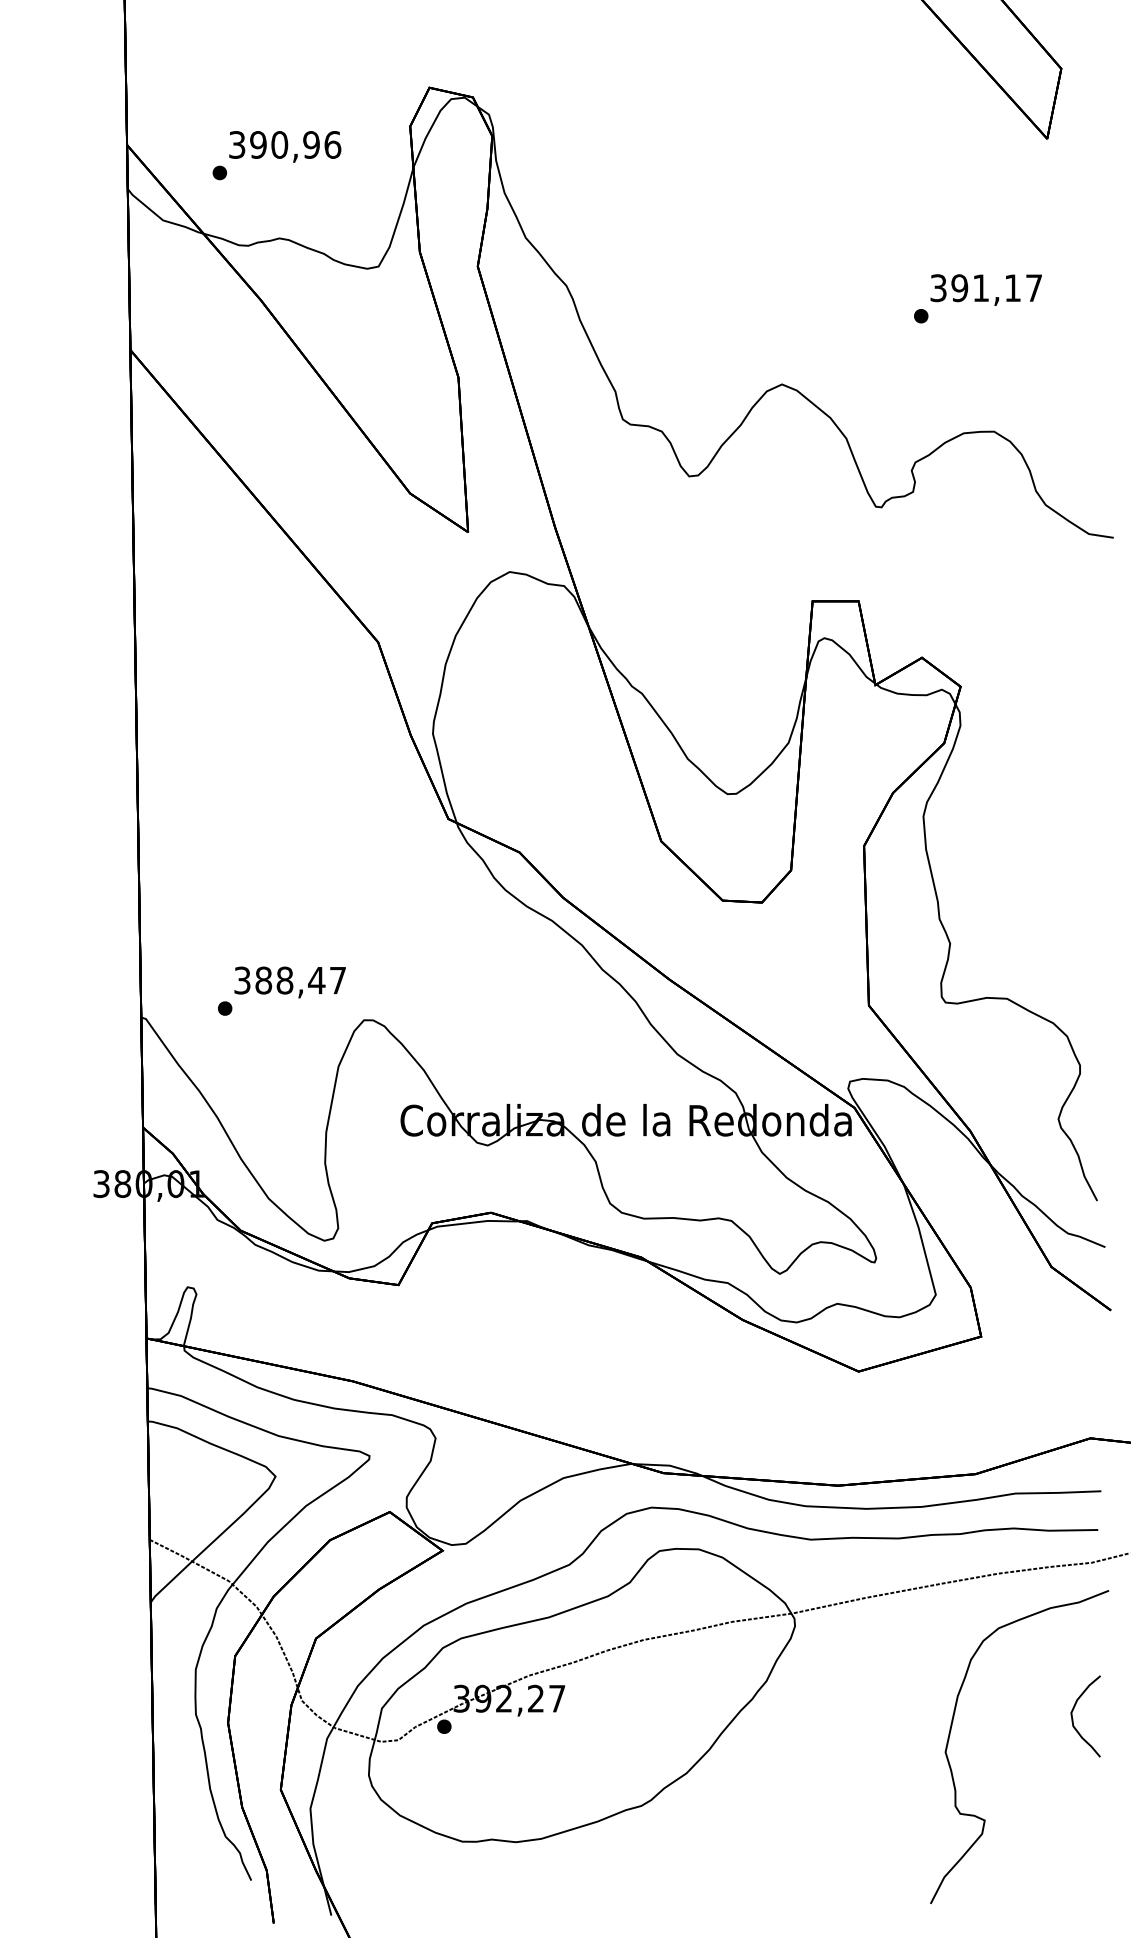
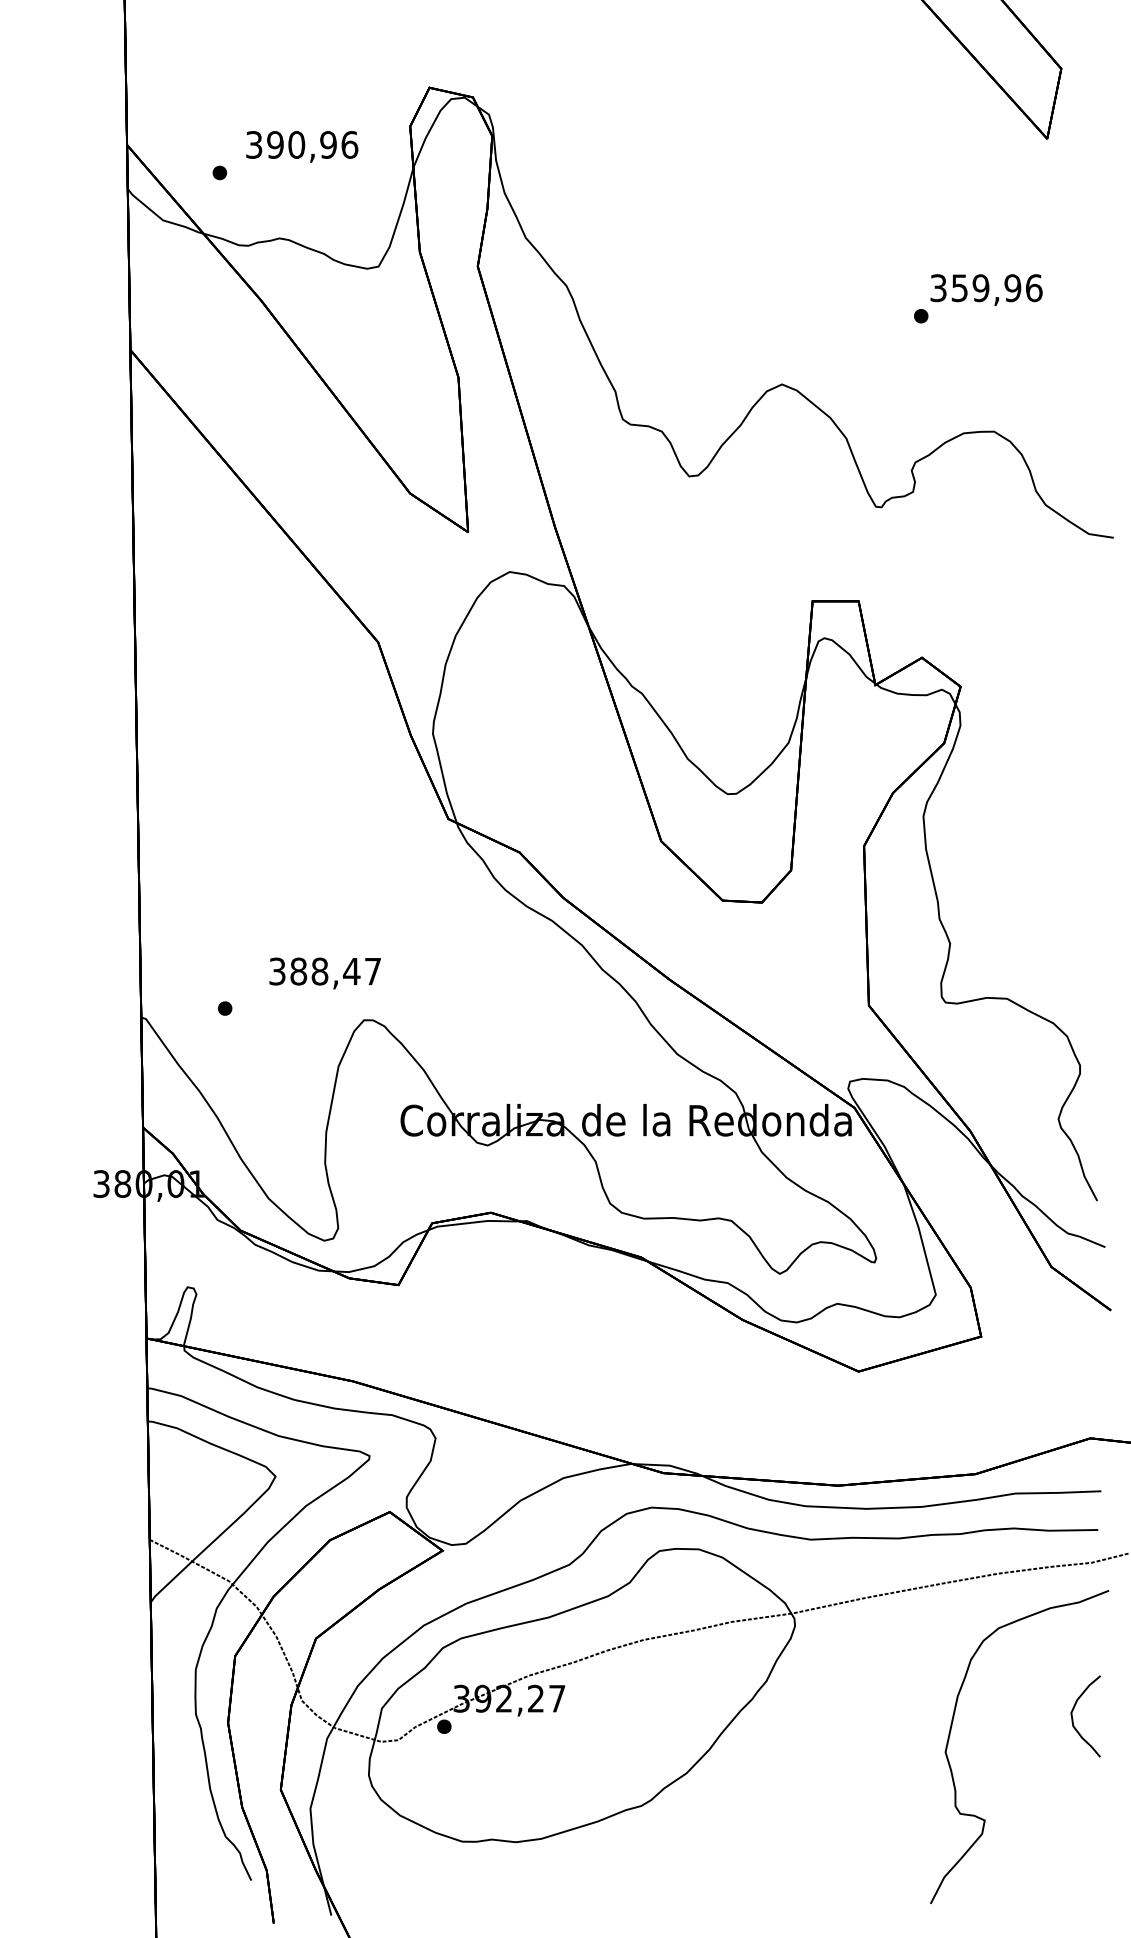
text at (285, 146) position: (285, 146) -> (302, 146)
text at (996, 288): 391,17 -> 359,96
text at (289, 982) position: (289, 982) -> (324, 973)
